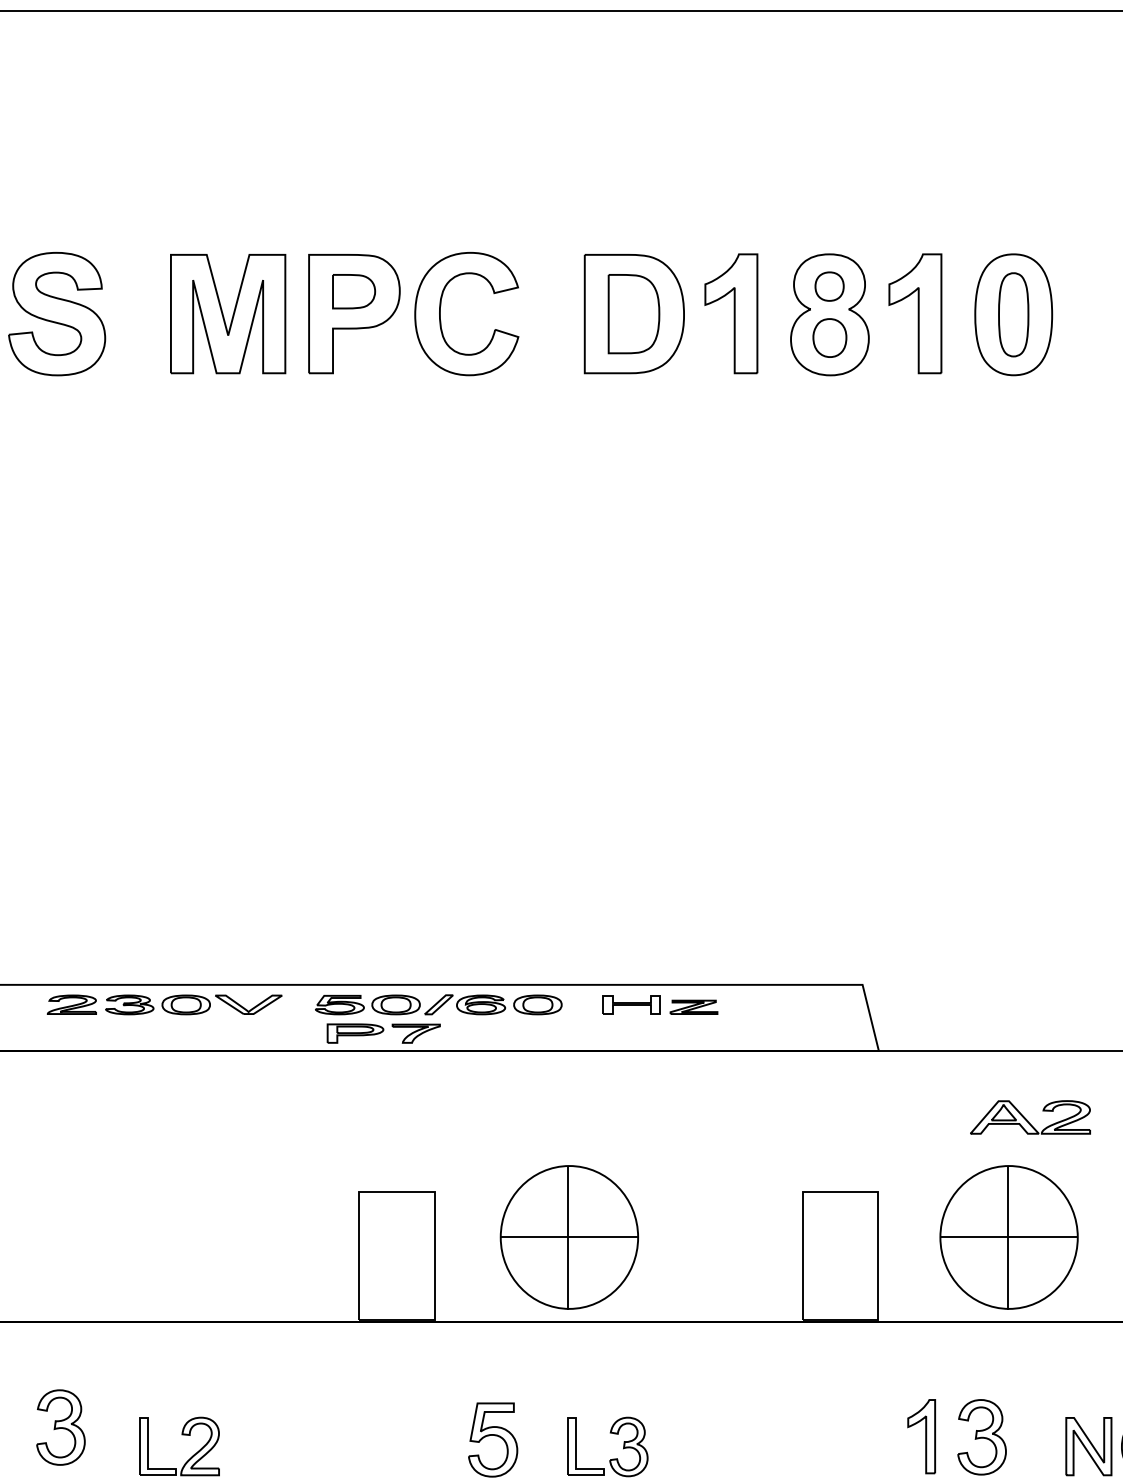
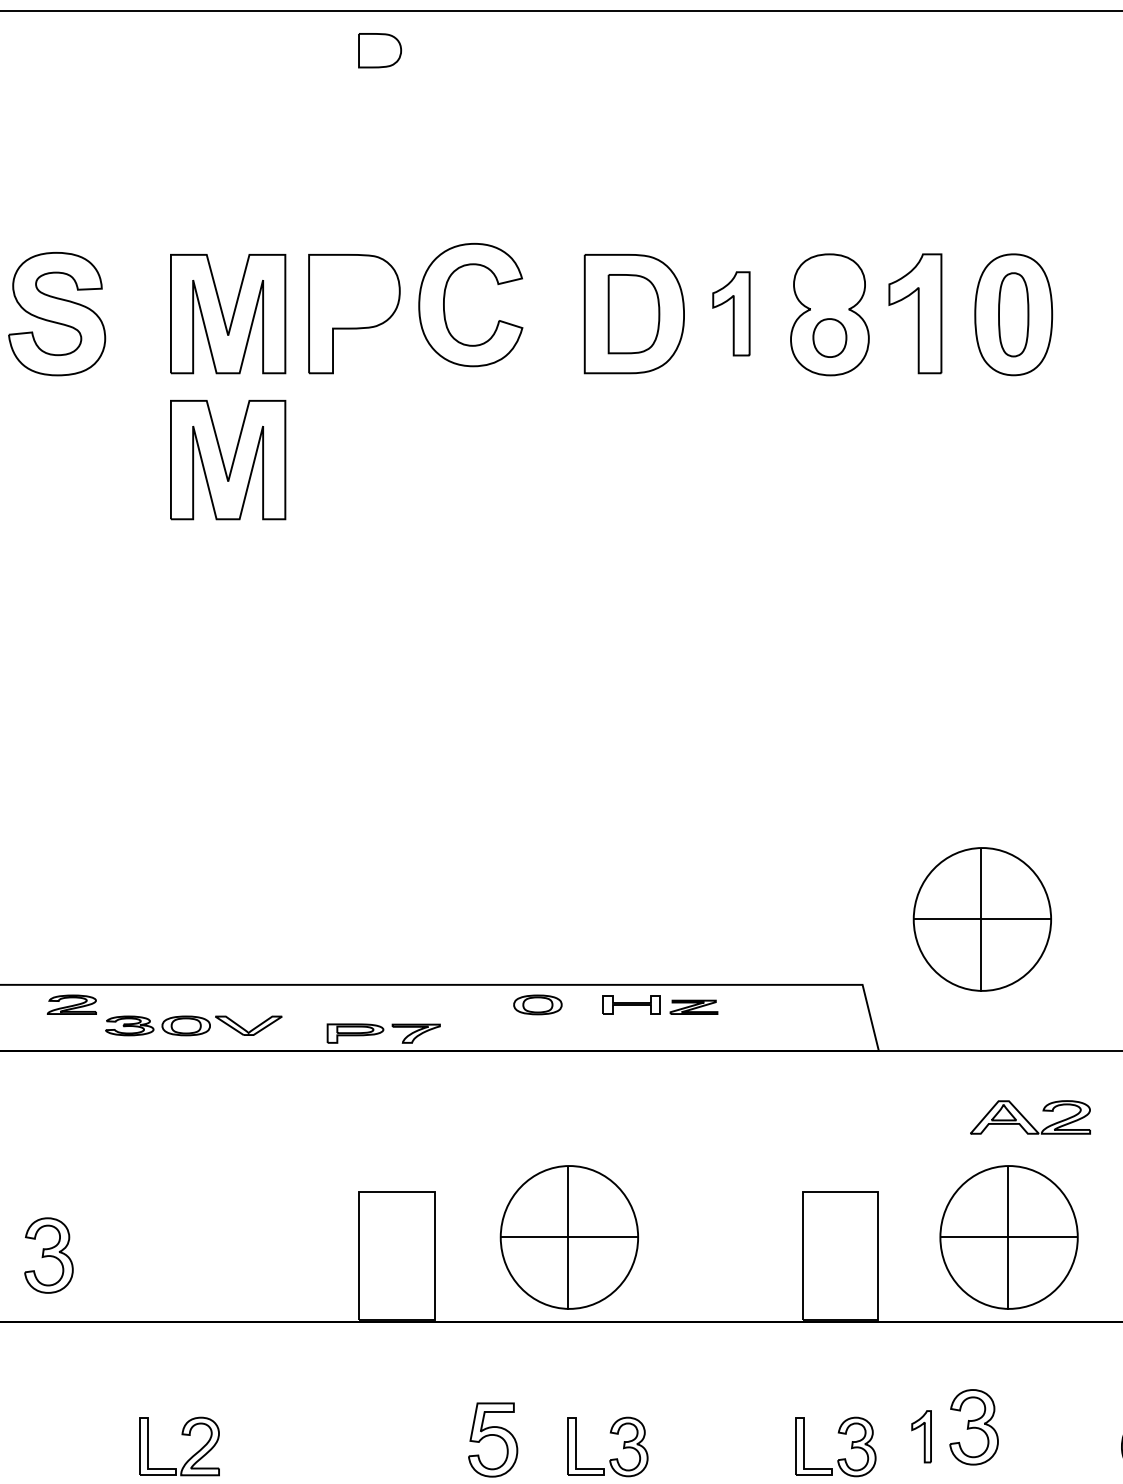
part at (829, 286): present -> none
part at (354, 291) position: (354, 291) -> (380, 50)
part at (731, 313) size: 55x122 px -> 39x86 px
part at (441, 321) position: (441, 321) -> (445, 312)
part at (228, 460): none -> present
part at (981, 919): none -> present
part at (193, 1004) position: (193, 1004) -> (193, 1025)
part at (410, 1004): present -> none
part at (60, 1427) position: (60, 1427) -> (48, 1255)
part at (921, 1436) size: 29x76 px -> 21x54 px
part at (981, 1437) position: (981, 1437) -> (973, 1427)
part at (1088, 1446): present -> none
part at (840, 1458): none -> present
